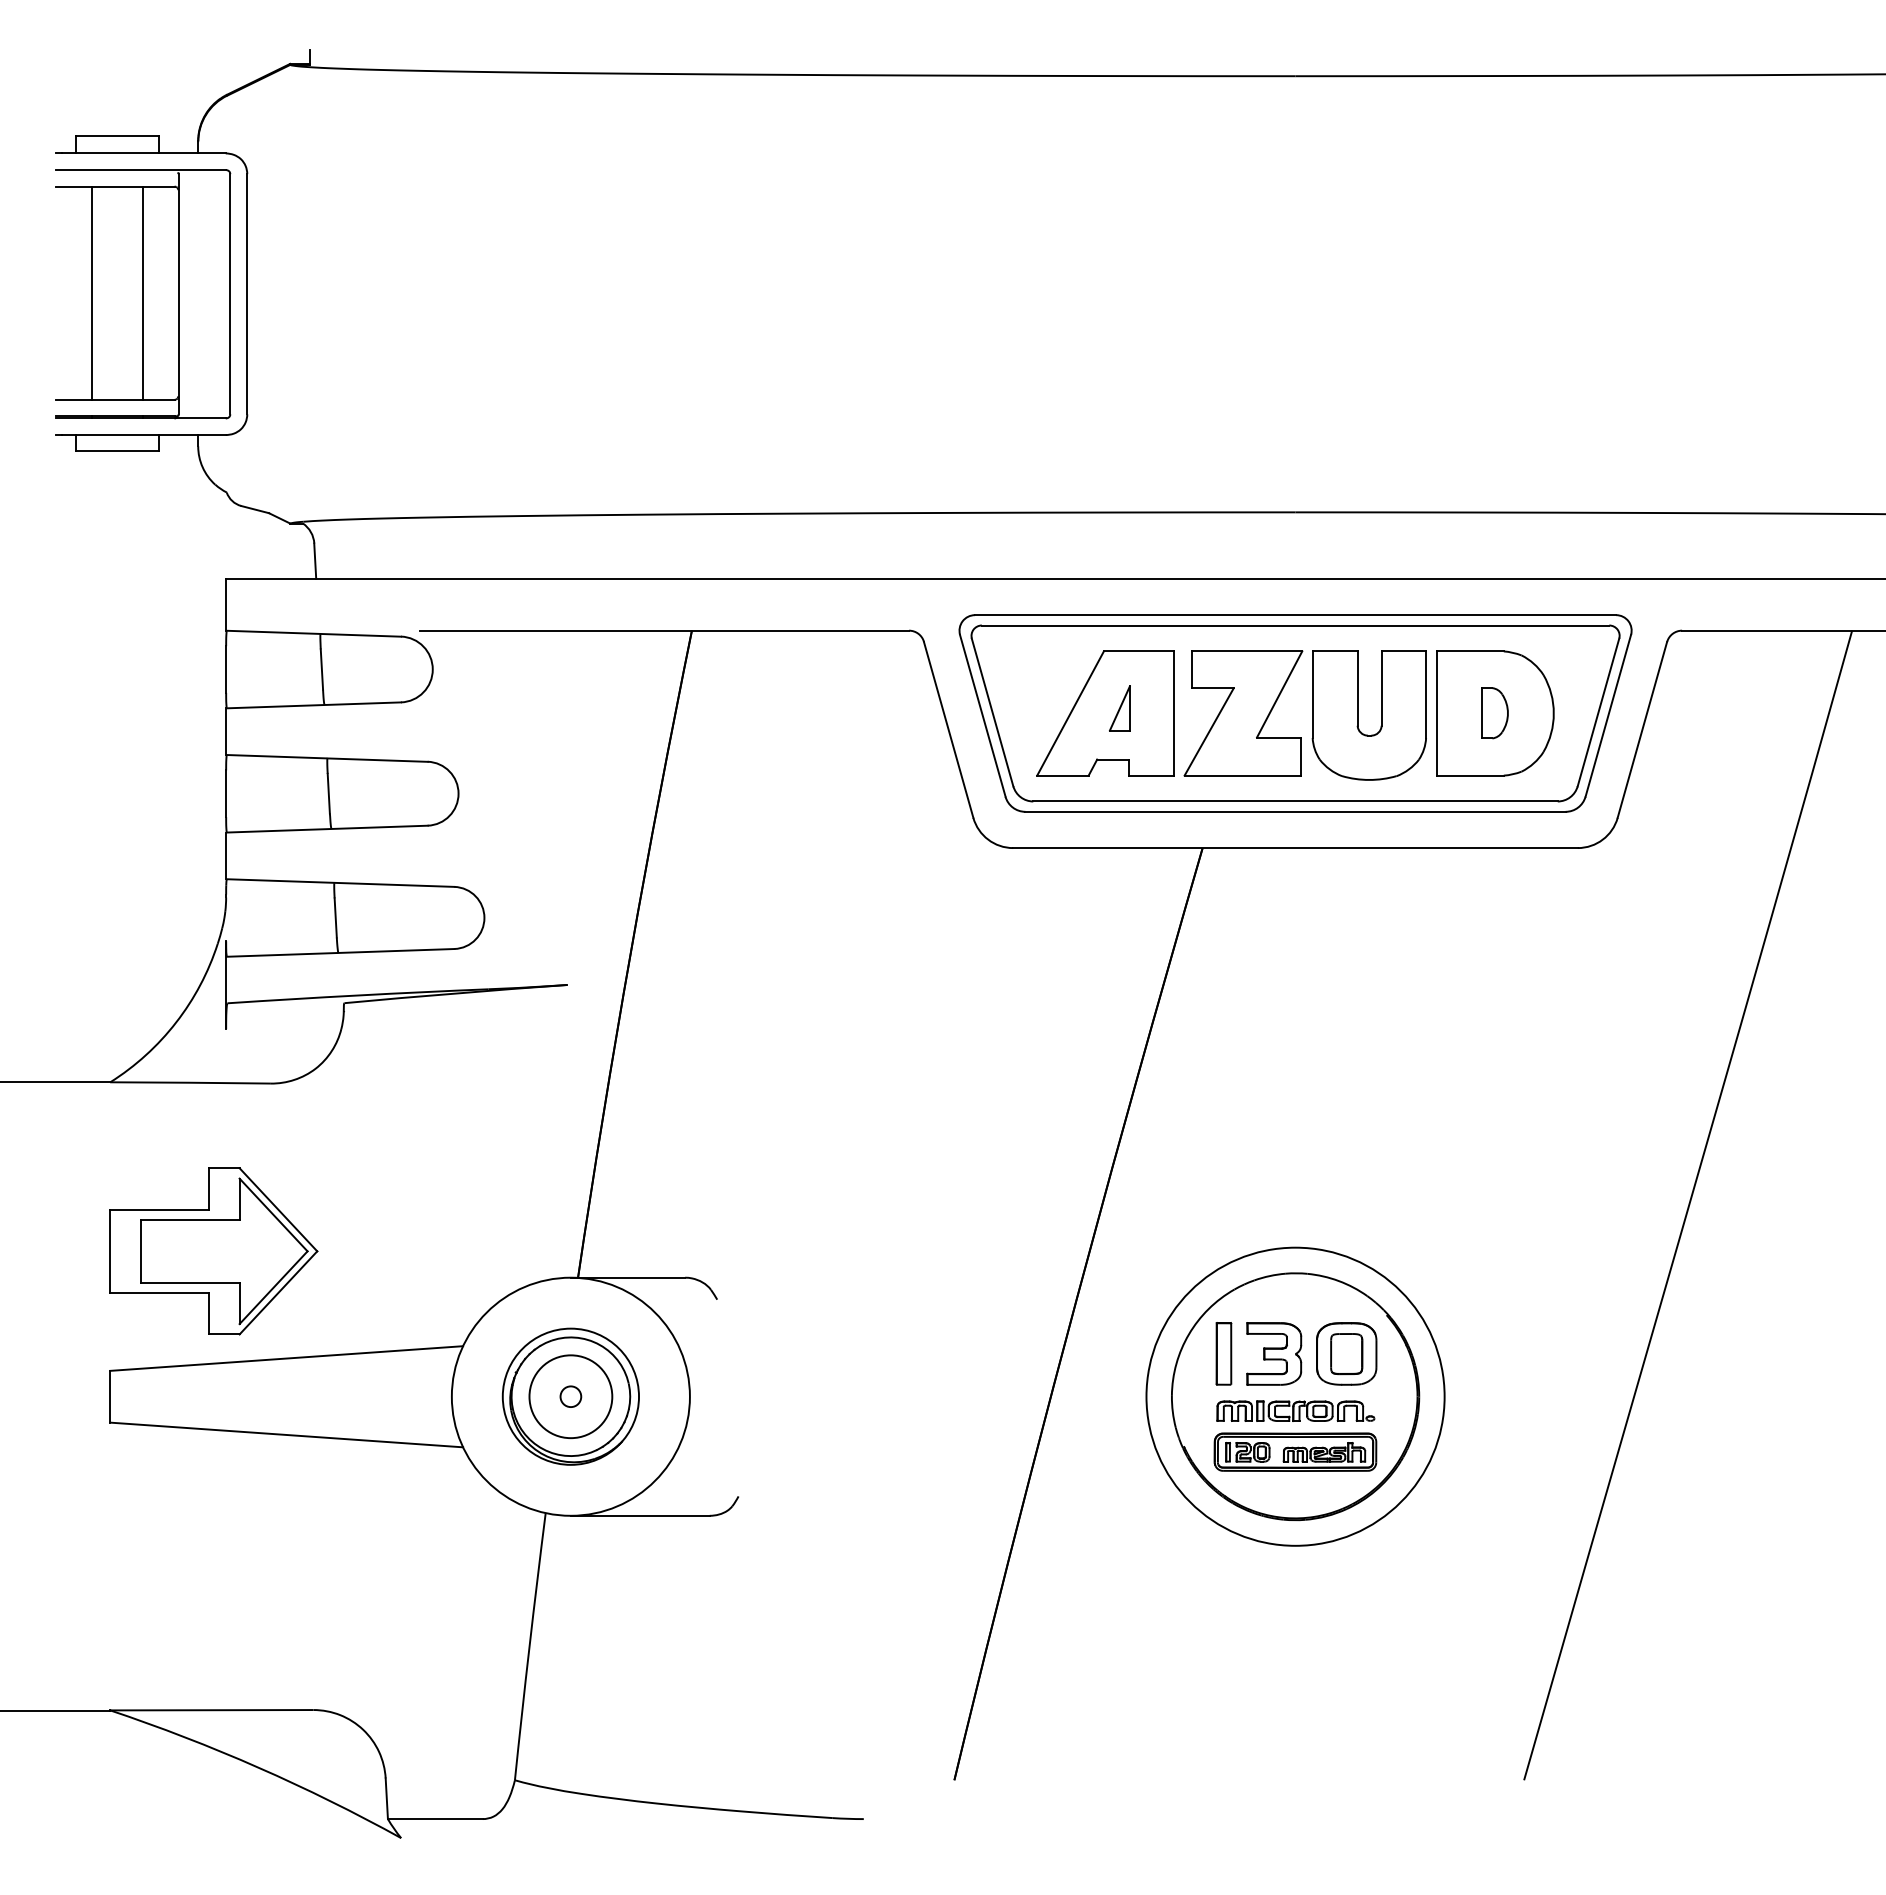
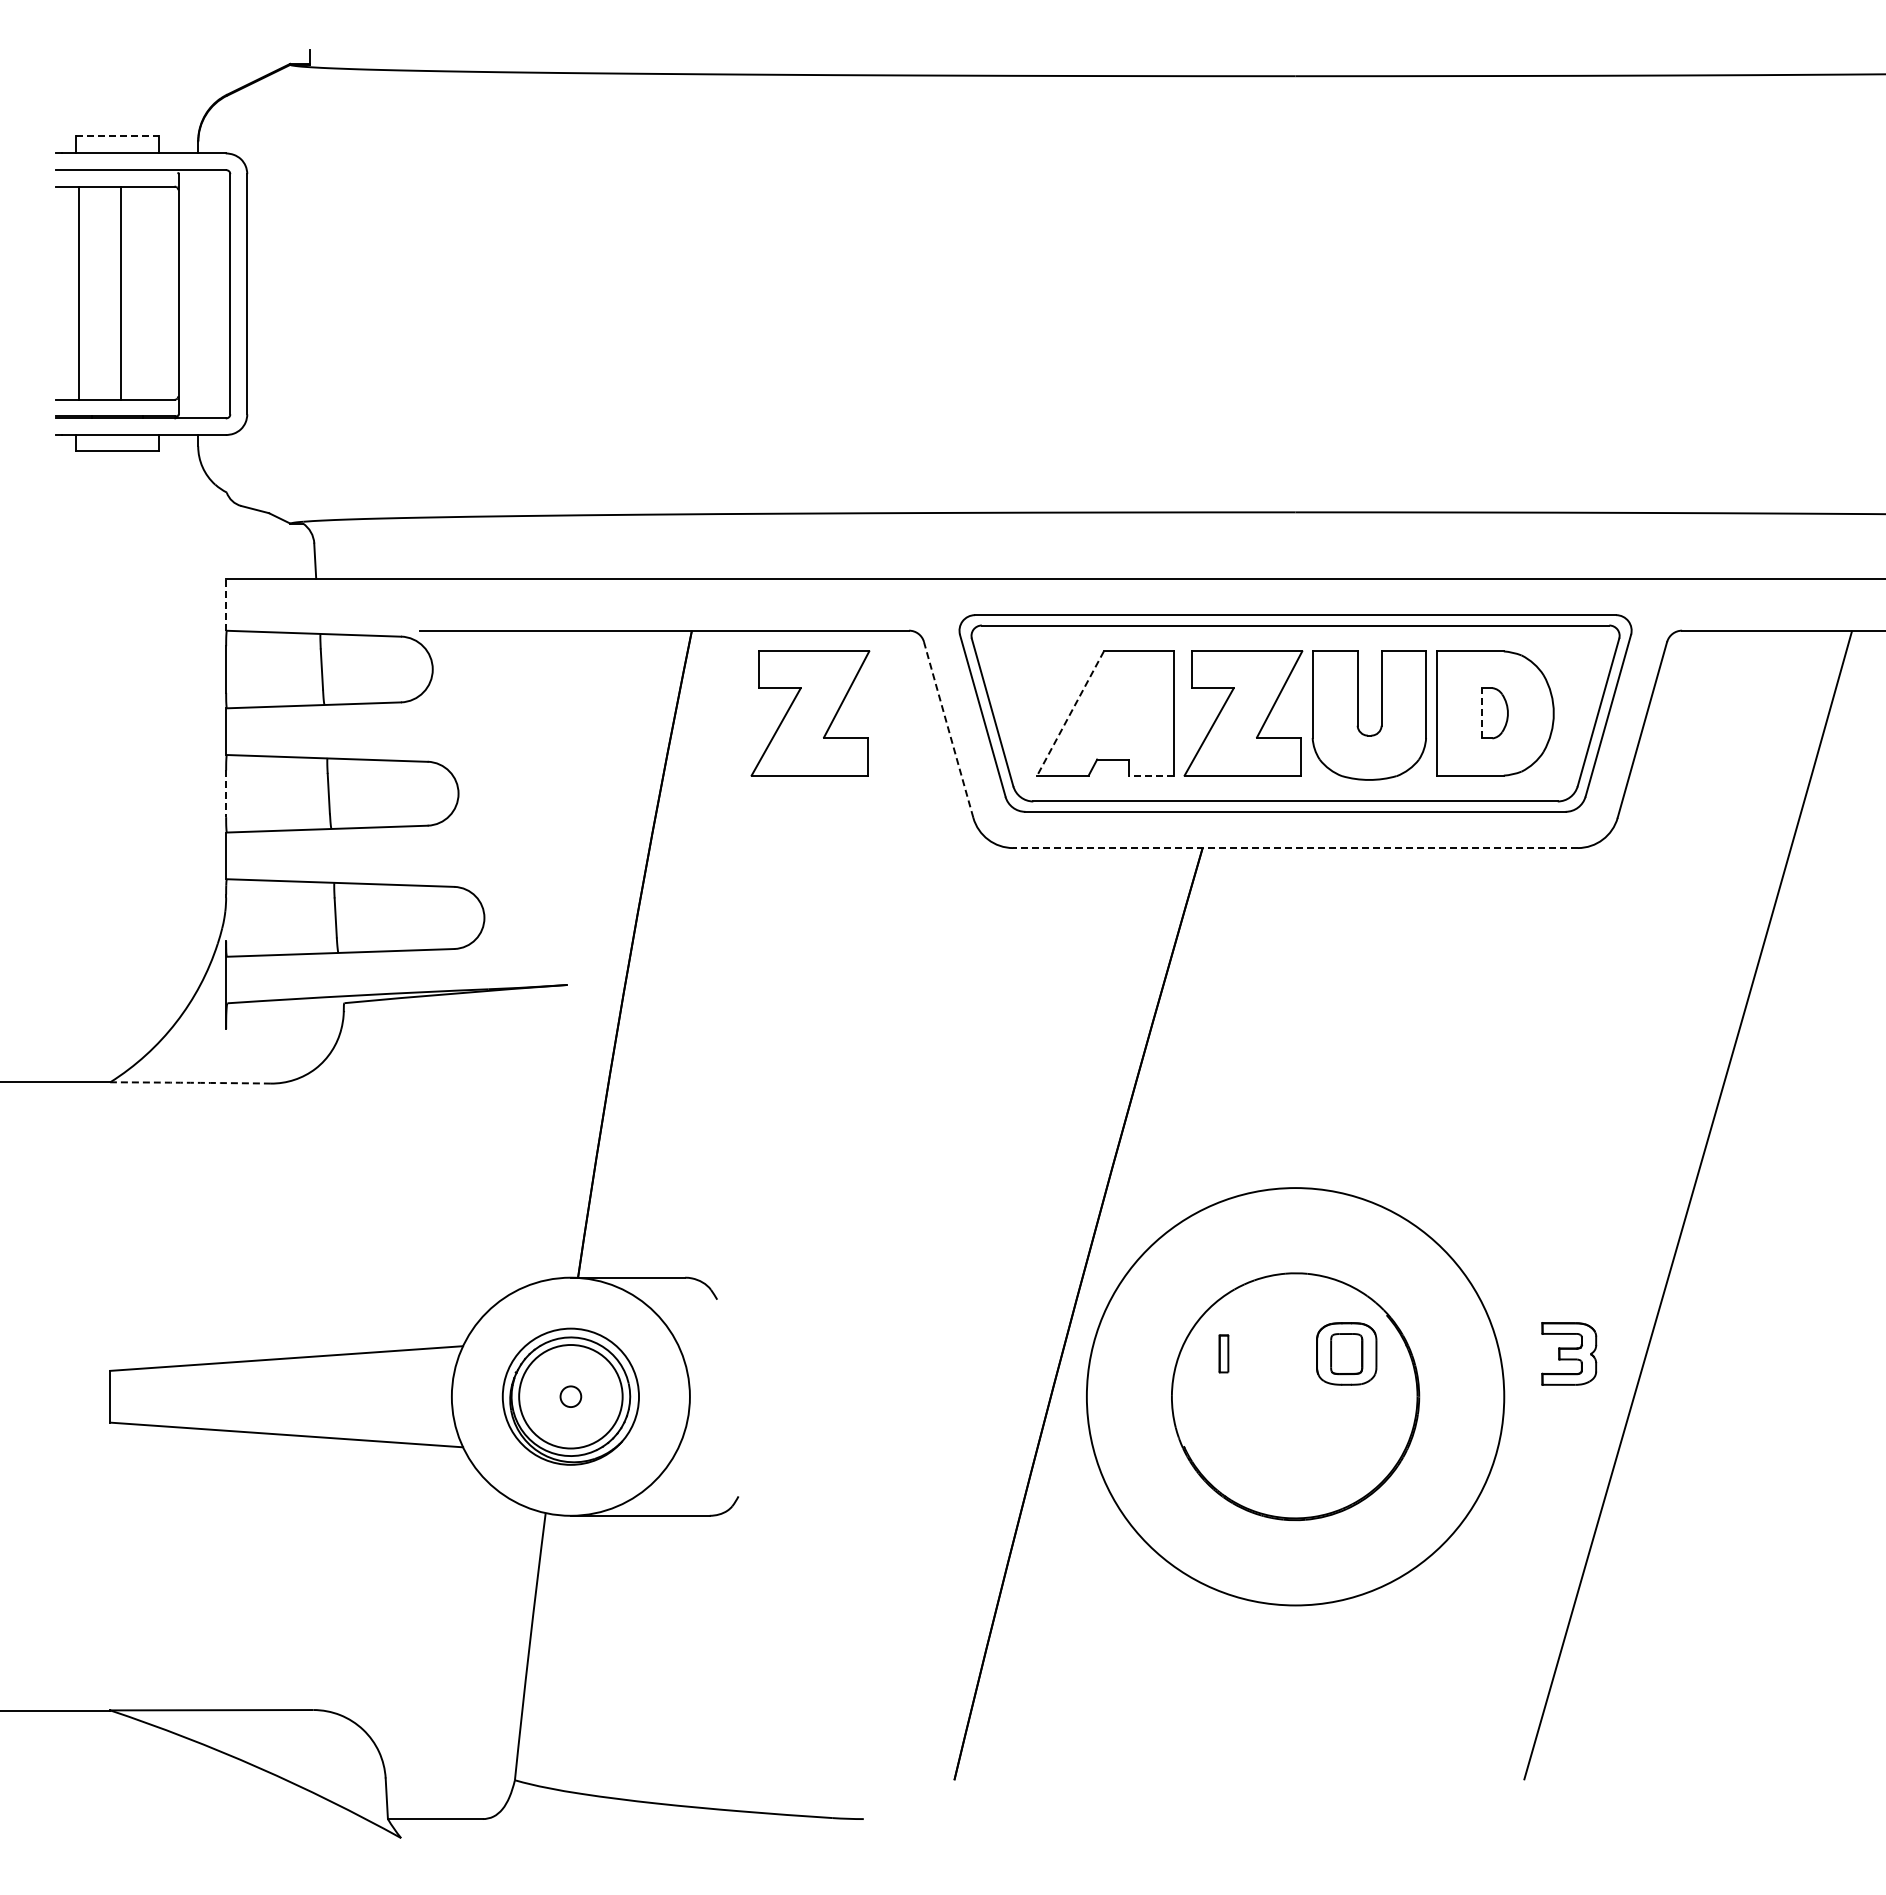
line at (117, 135): solid -> dashed
line at (91, 292) position: (91, 292) -> (78, 292)
line at (143, 292) position: (143, 292) -> (121, 292)
line at (225, 604): solid -> dashed
part at (1119, 708): present -> none
line at (1481, 712): solid -> dashed
part at (810, 713): none -> present
line at (1070, 713): solid -> dashed
line at (948, 729): solid -> dashed
line at (1151, 775): solid -> dashed
line at (226, 794): solid -> dashed
line at (1295, 848): solid -> dashed
arc at (190, 1082): solid -> dashed
part at (213, 1251): present -> none
part at (1223, 1353) size: 18x64 px -> 12x40 px
part at (1274, 1353) position: (1274, 1353) -> (1569, 1353)
circle at (570, 1396) diameter: 83 px -> 104 px
circle at (1295, 1396) diameter: 298 px -> 417 px
part at (1295, 1410): present -> none
part at (1295, 1451): present -> none
